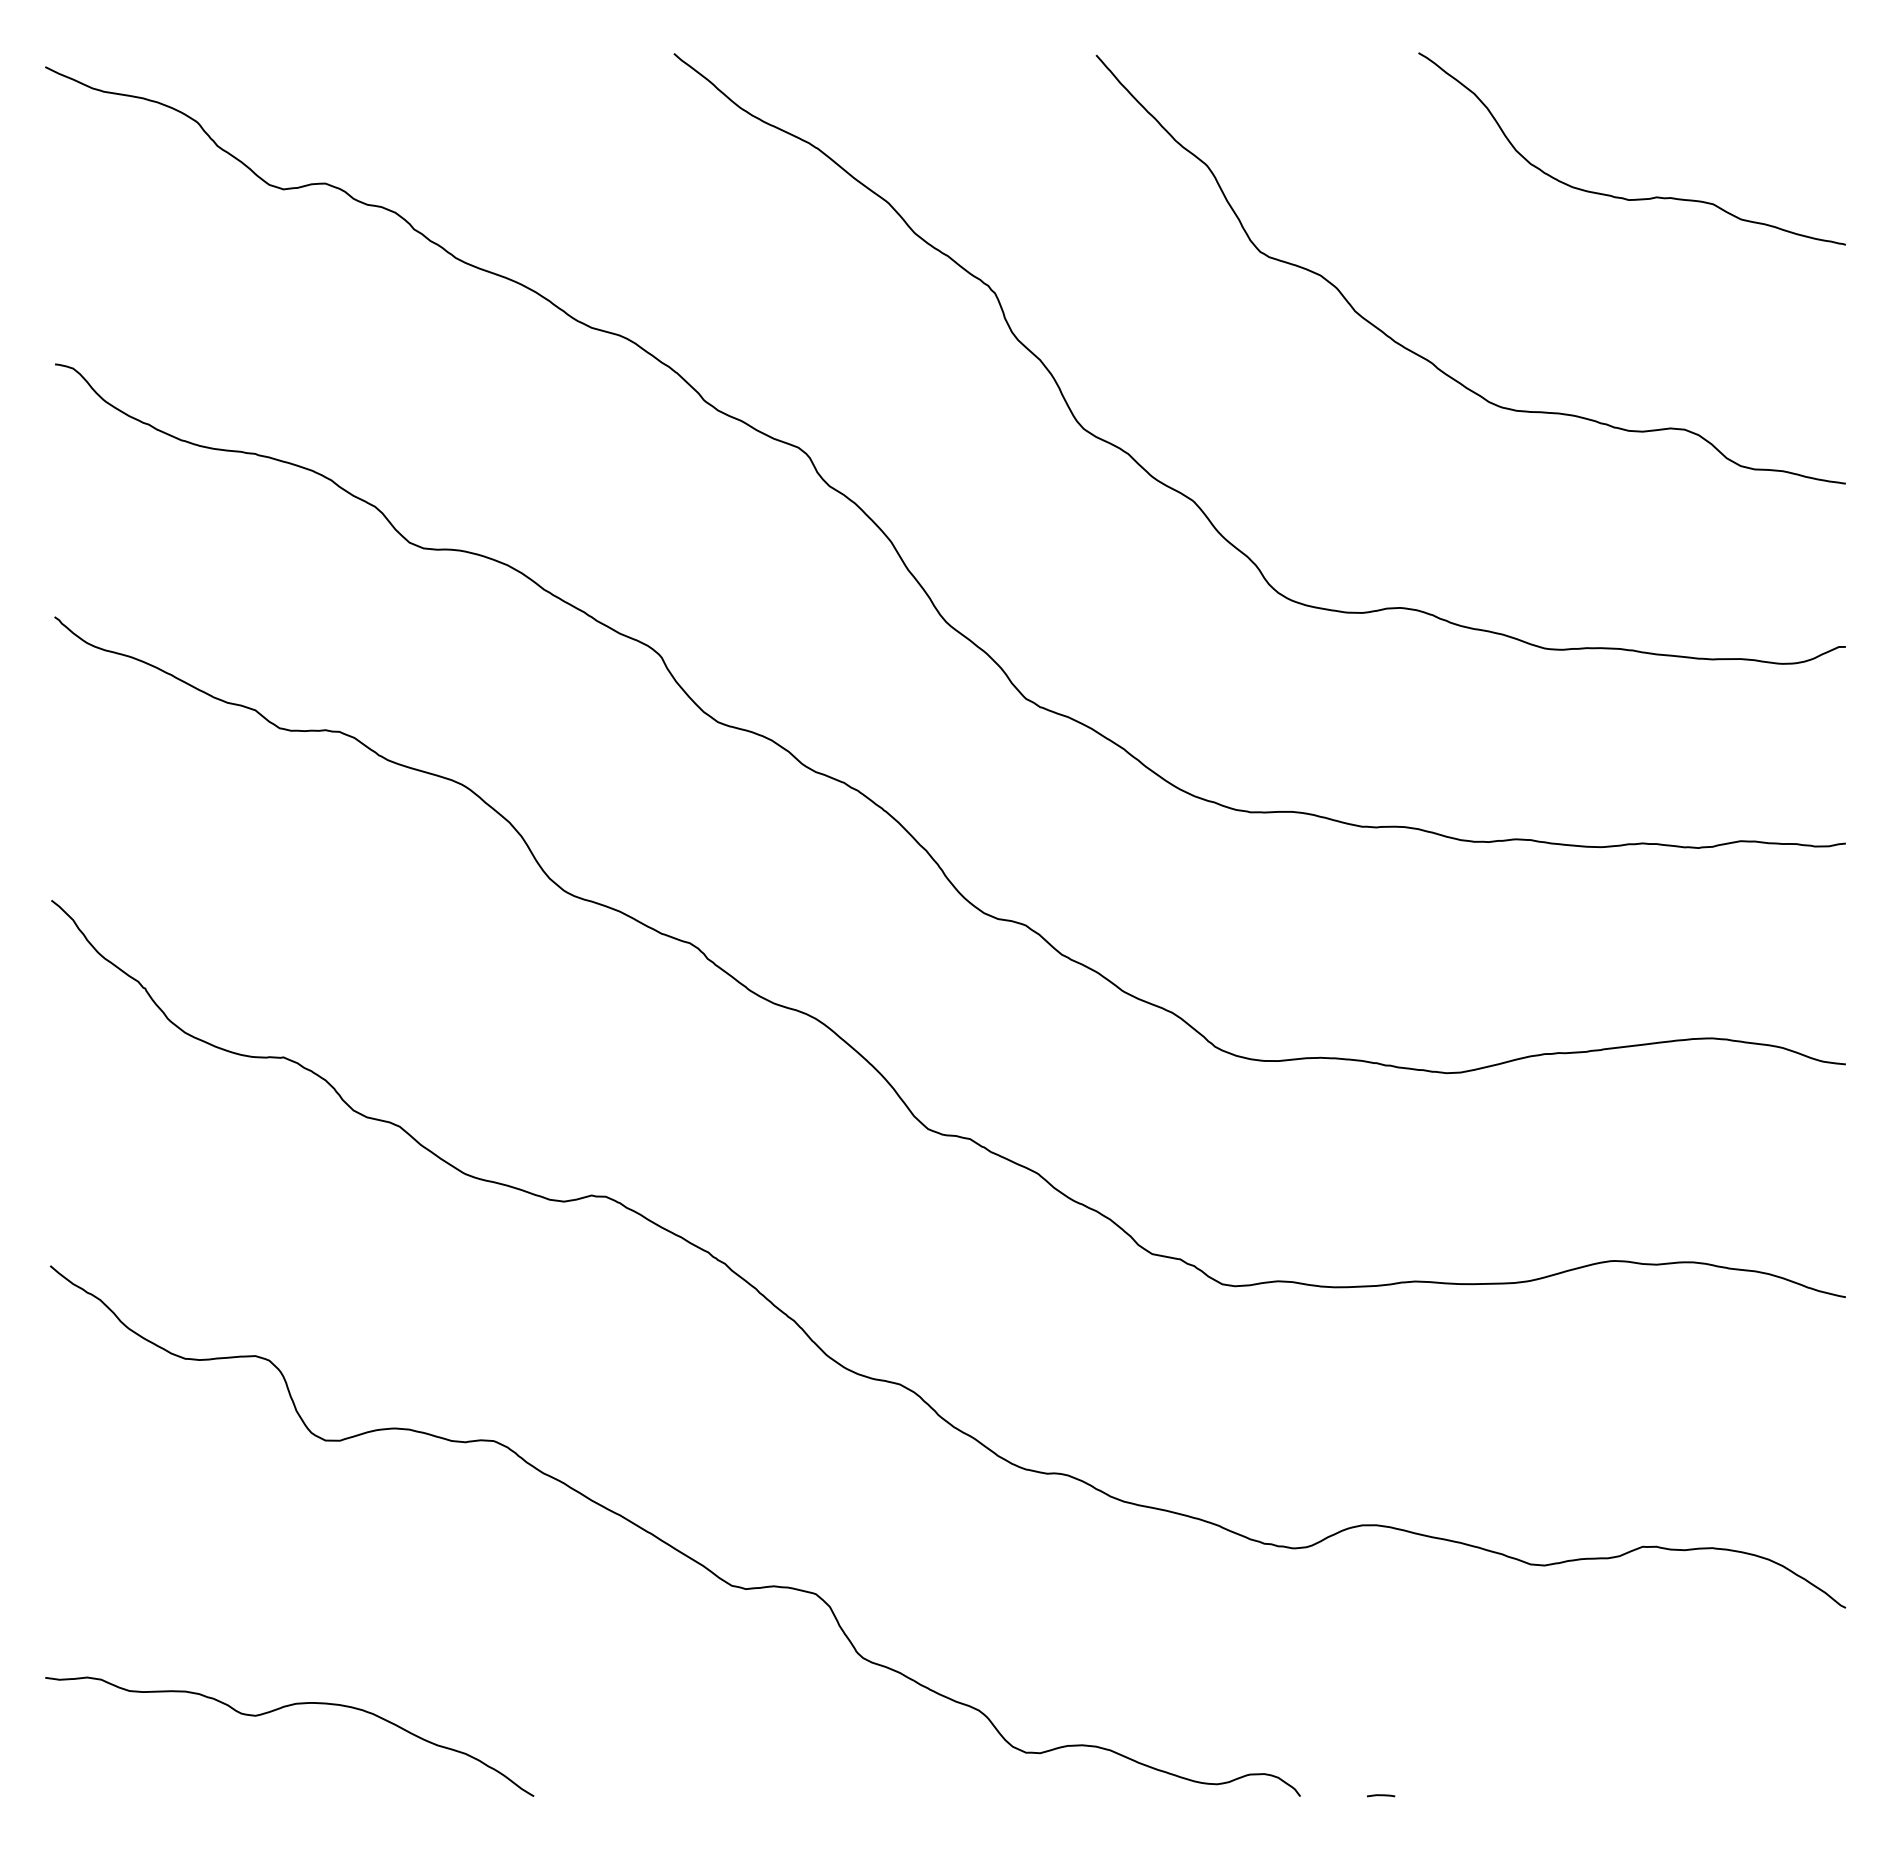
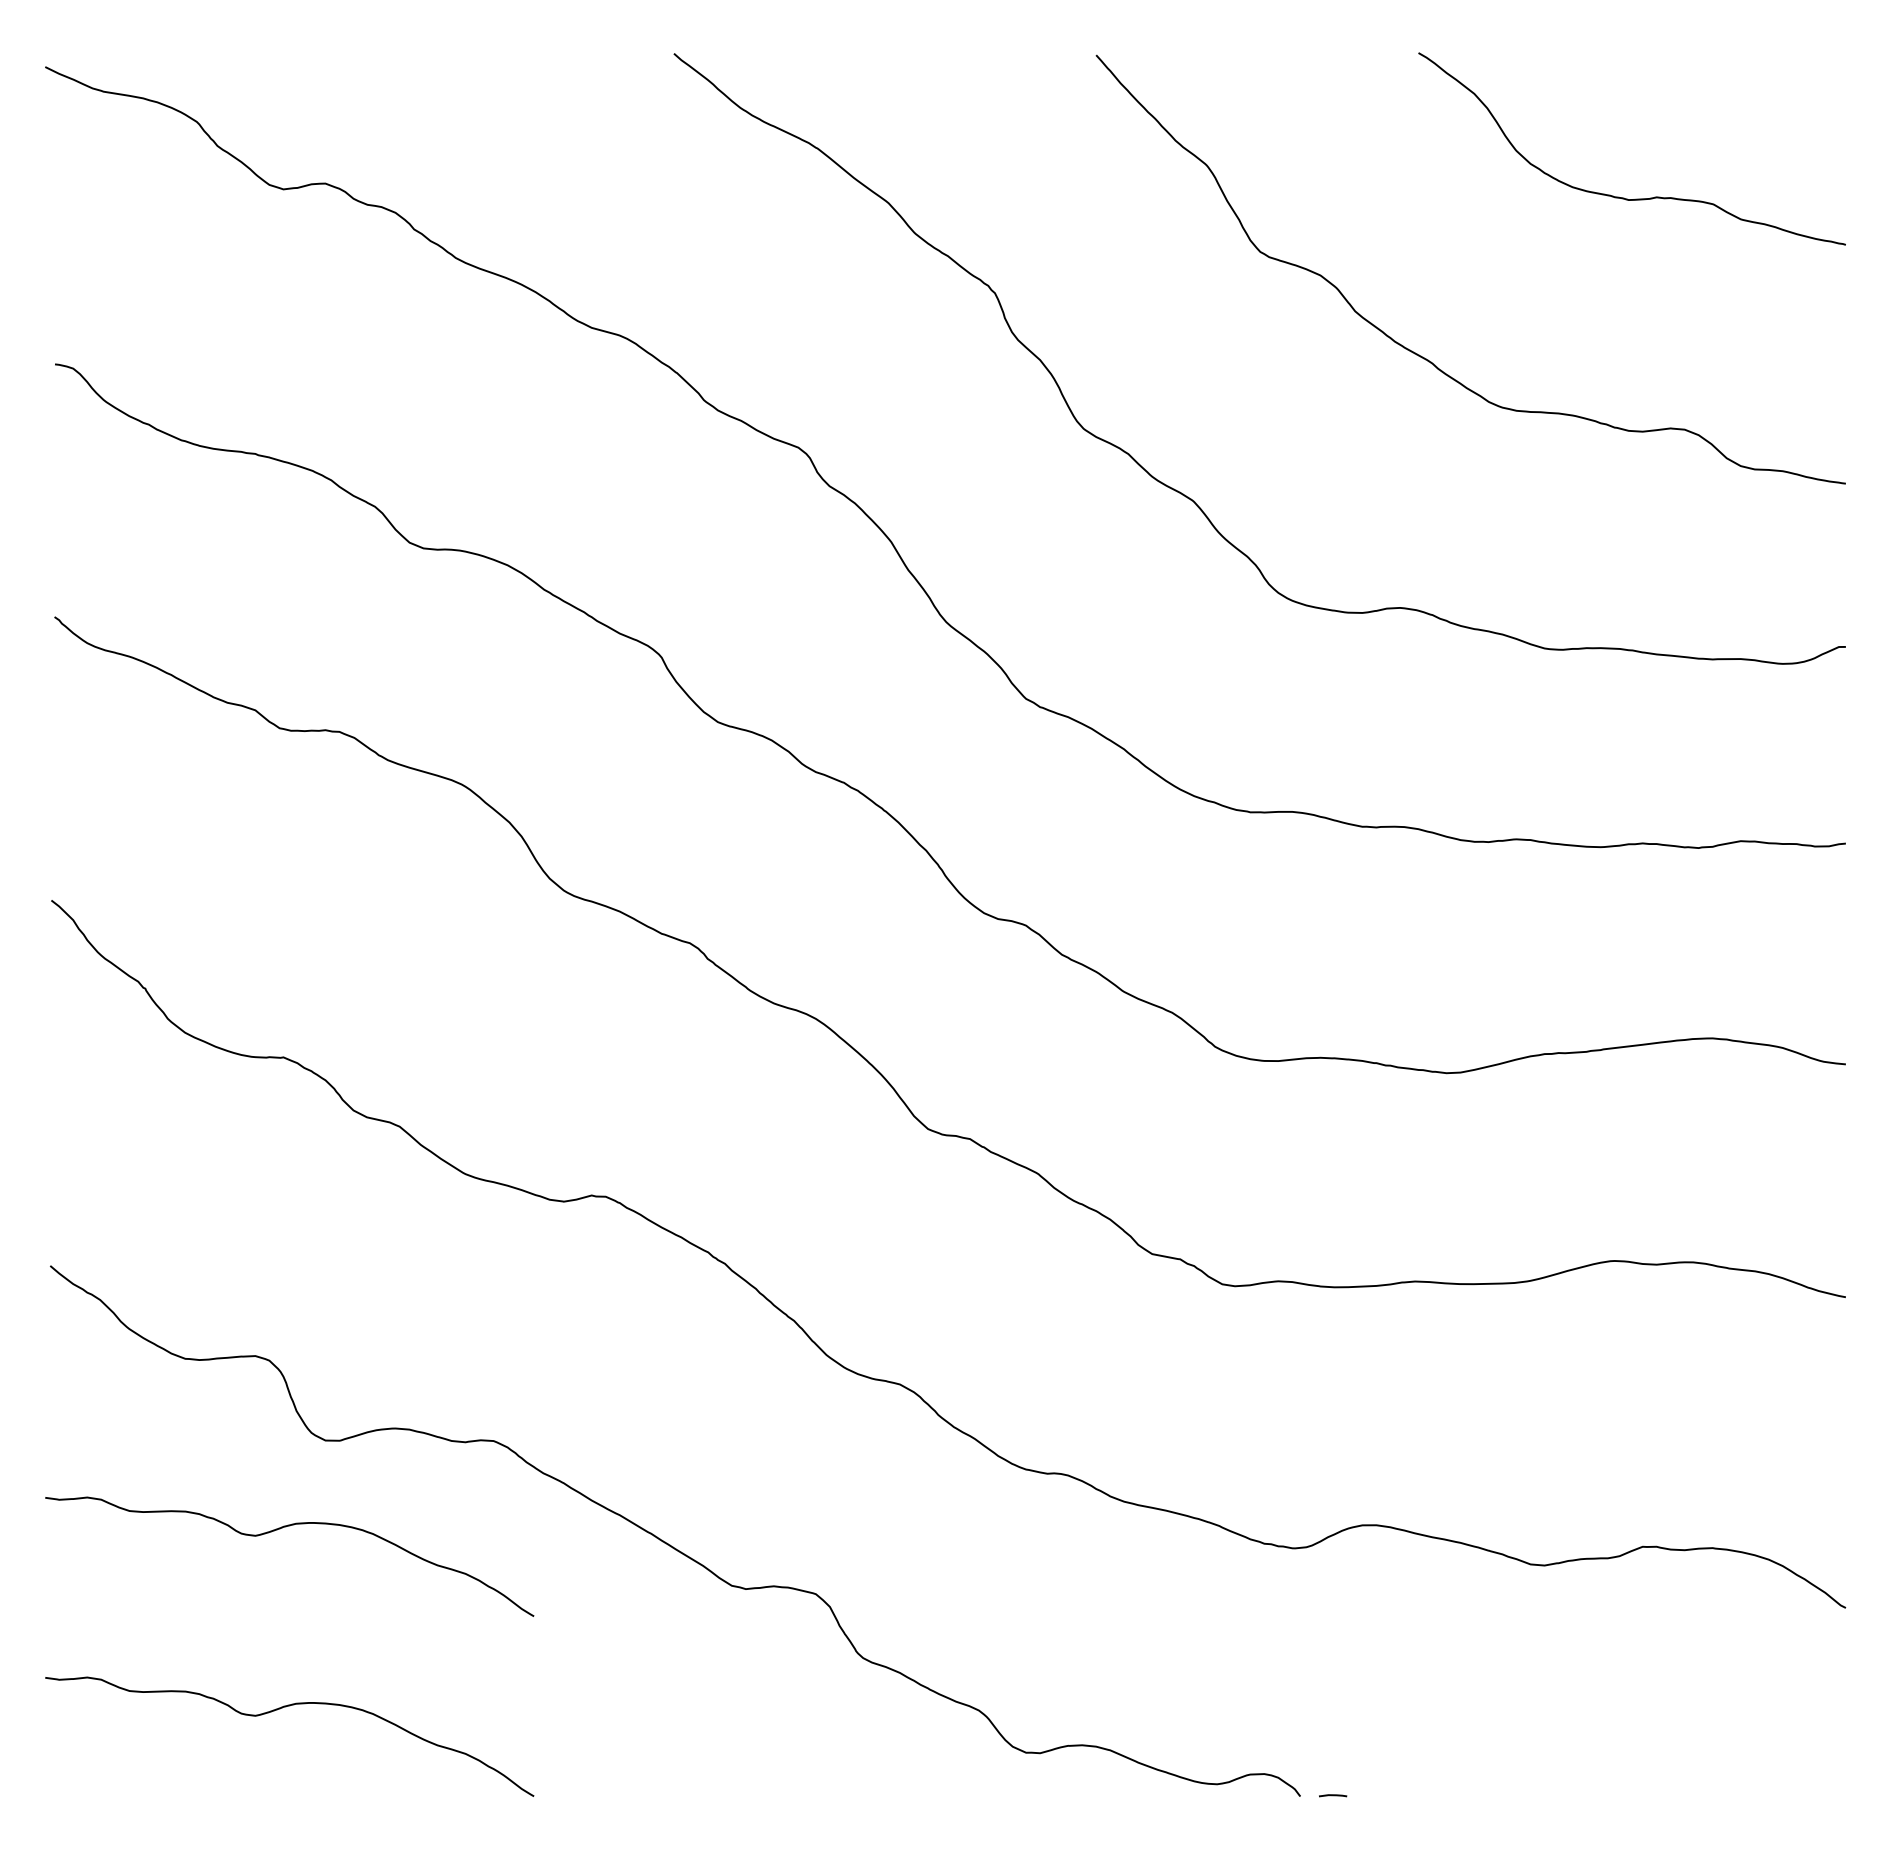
curve at (280, 1529): none -> present
line at (1381, 1795) position: (1381, 1795) -> (1333, 1795)
